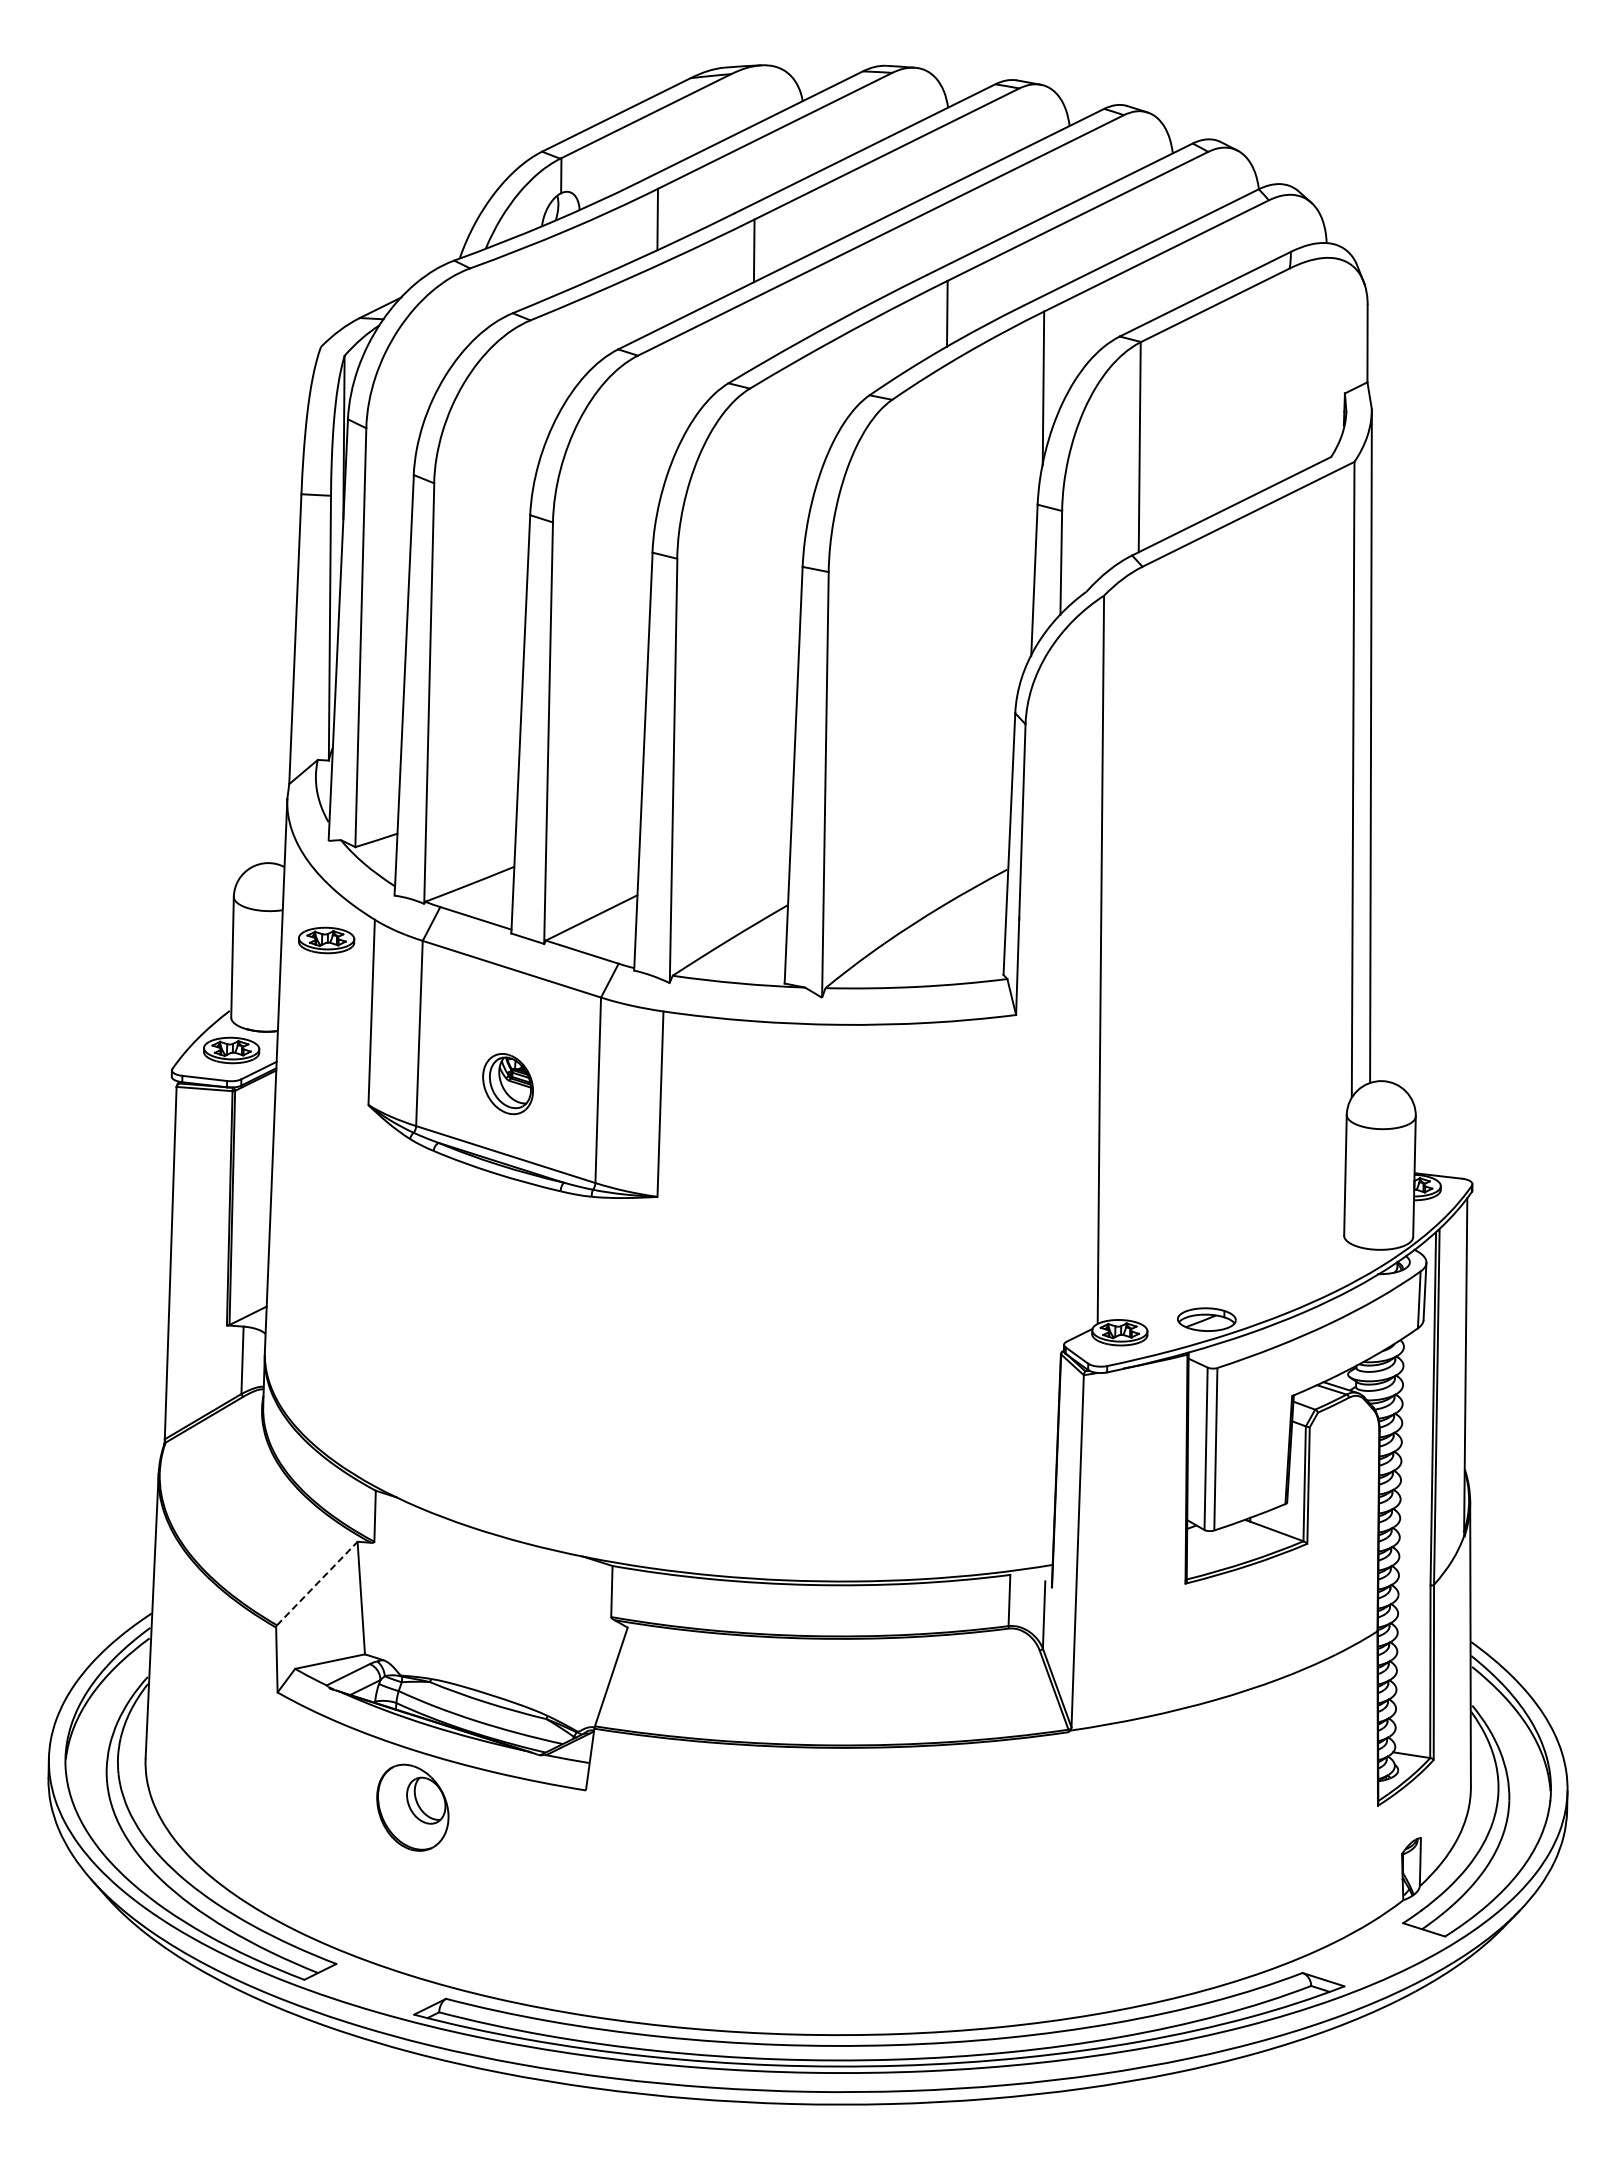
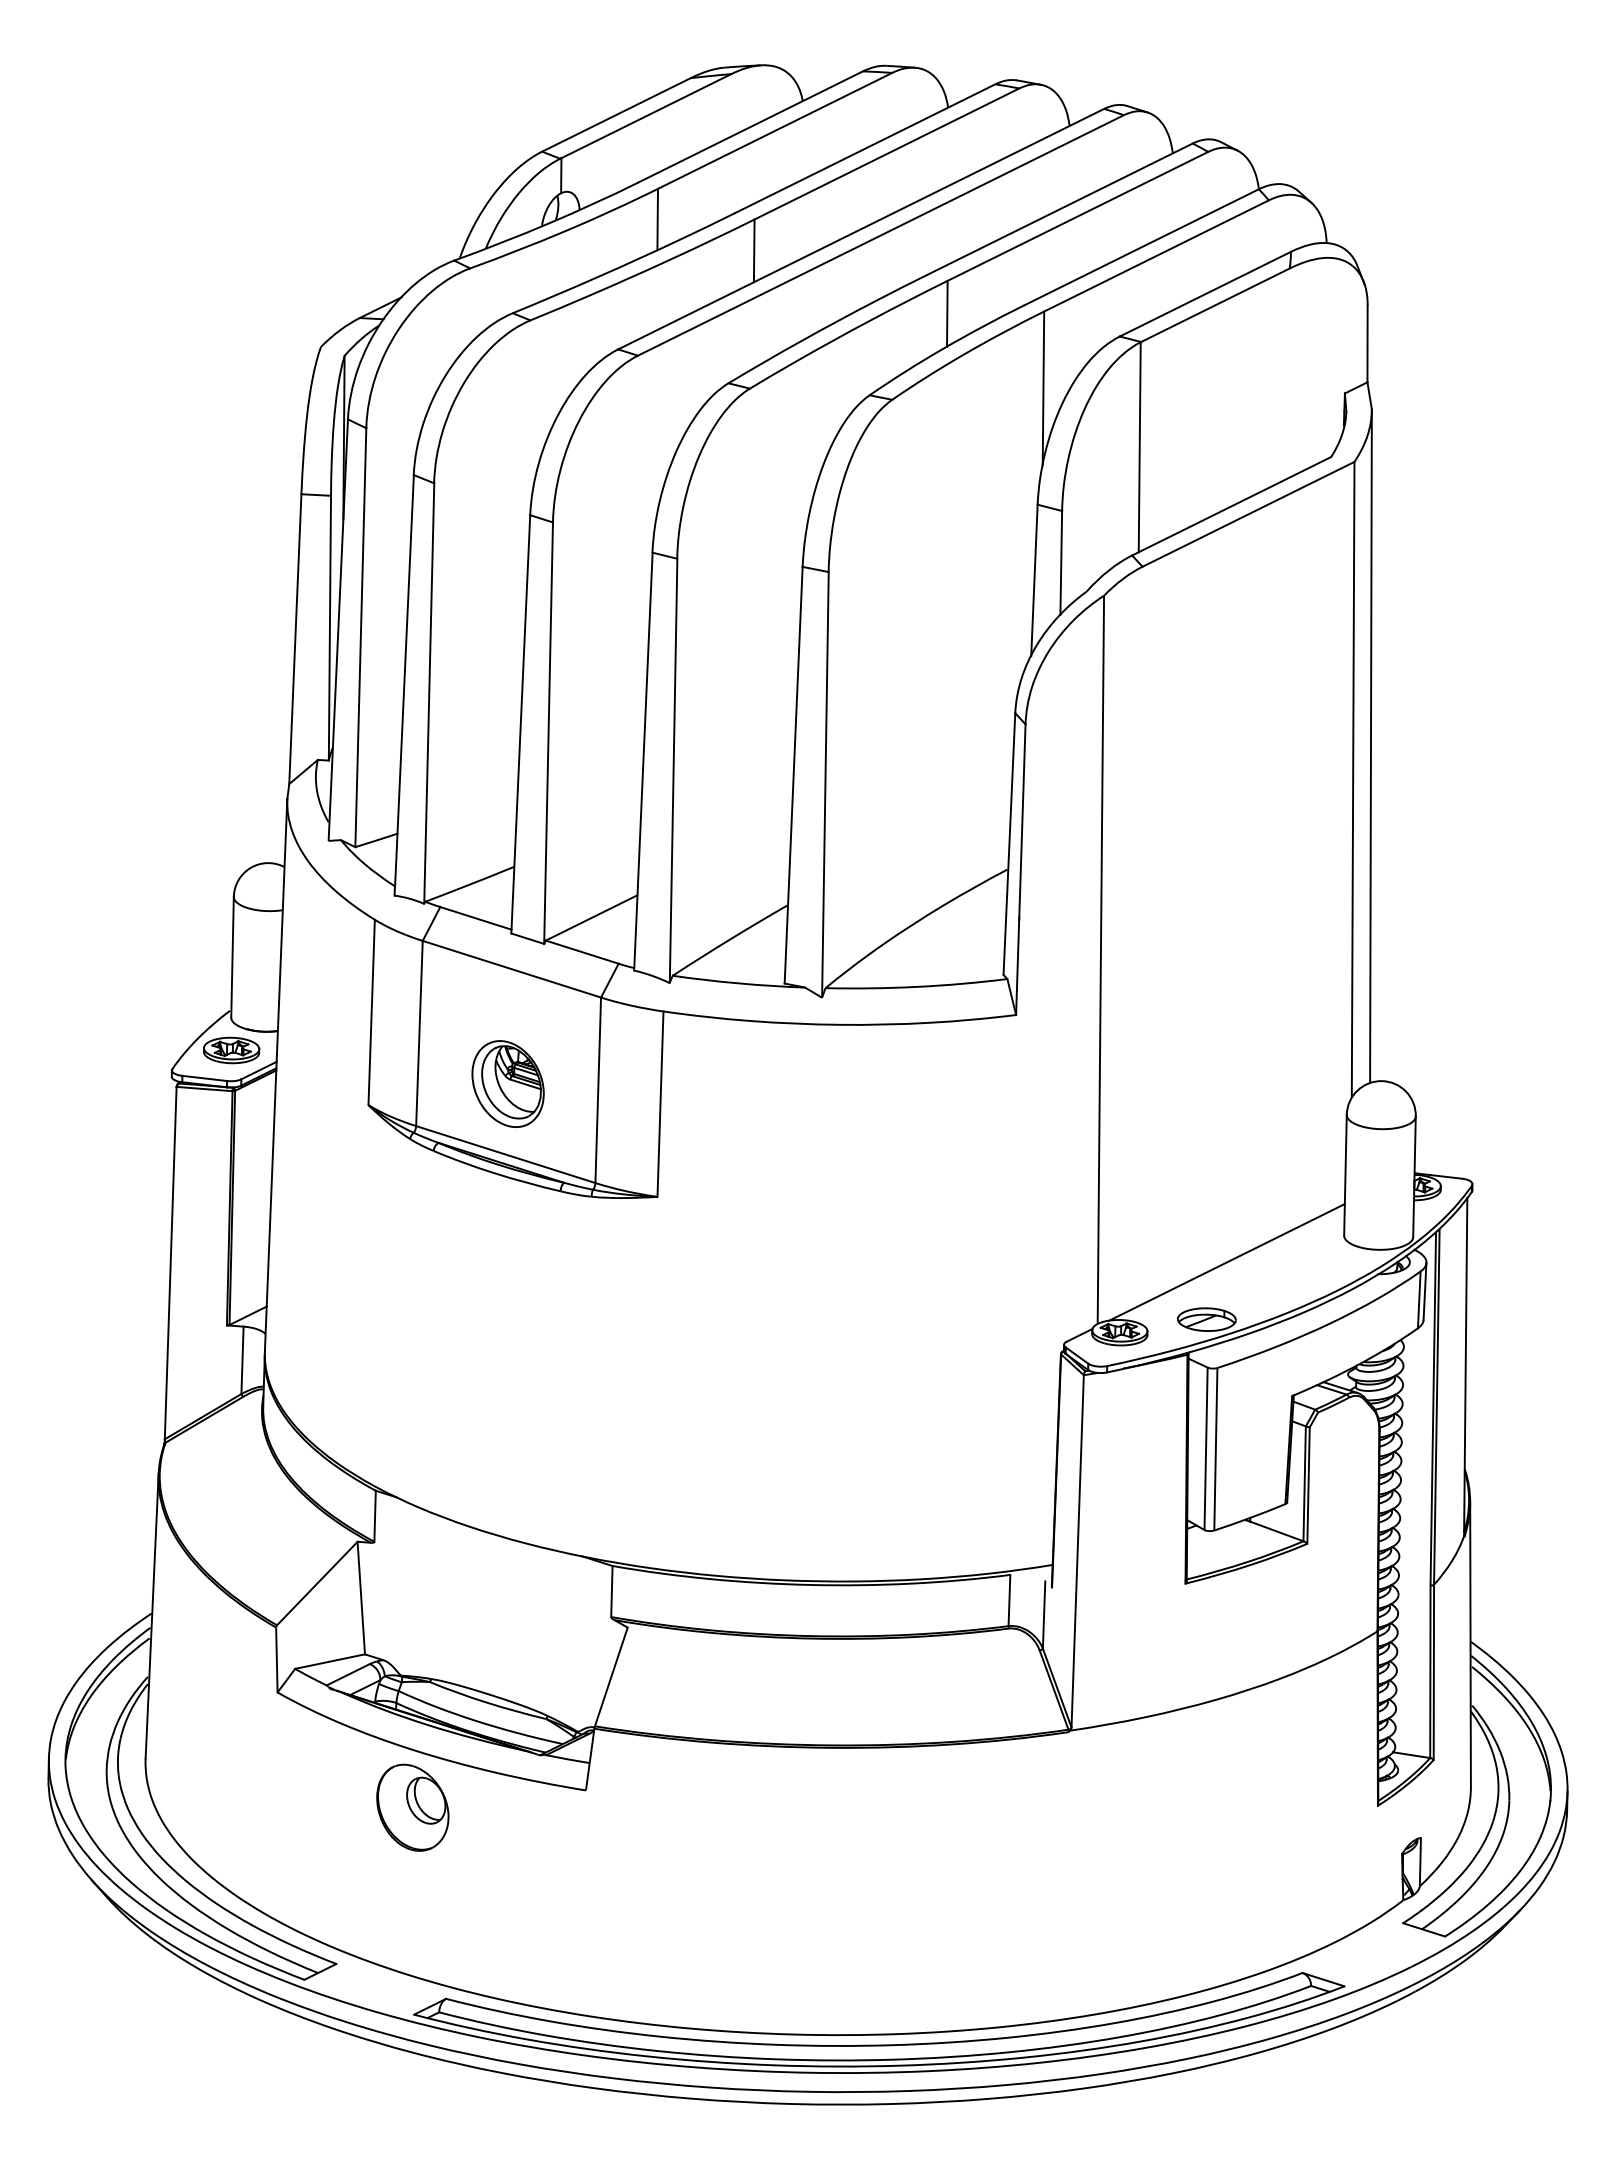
part at (326, 940): present -> none
part at (507, 1084) size: 52x63 px -> 74x88 px
line at (1226, 1262): none -> present
line at (317, 1583): dashed -> solid
